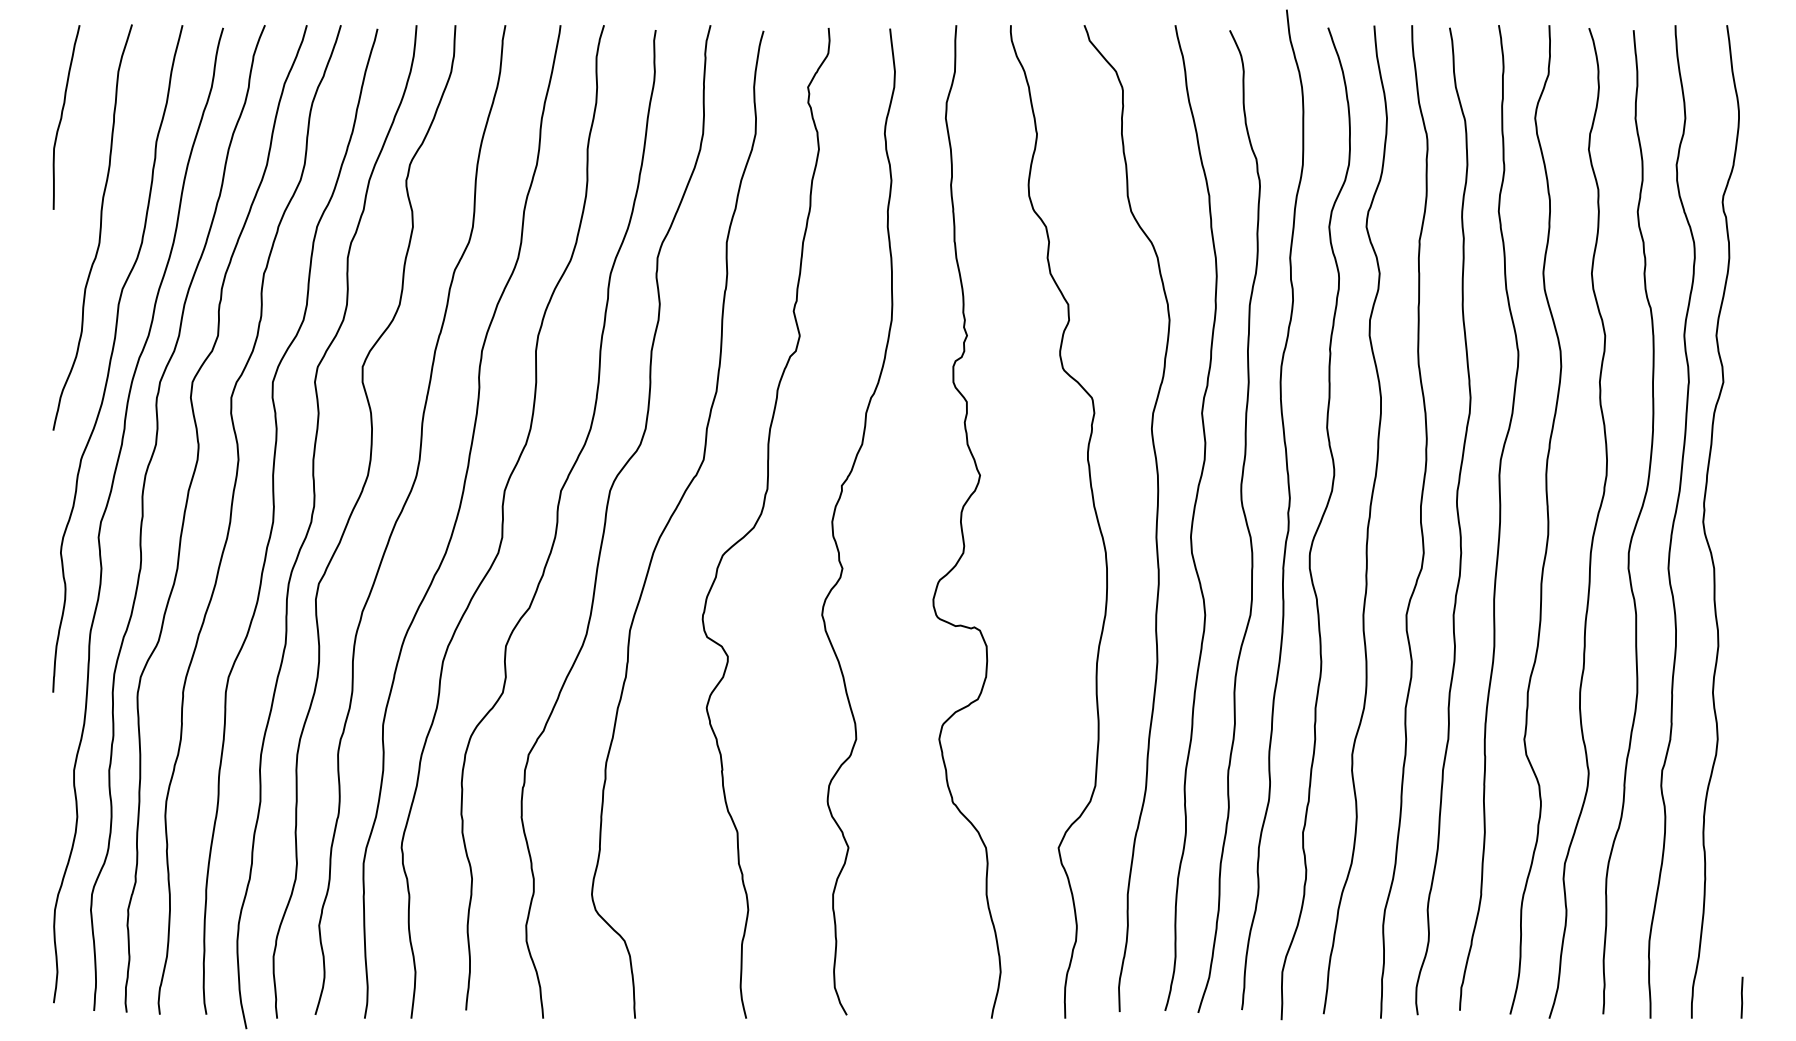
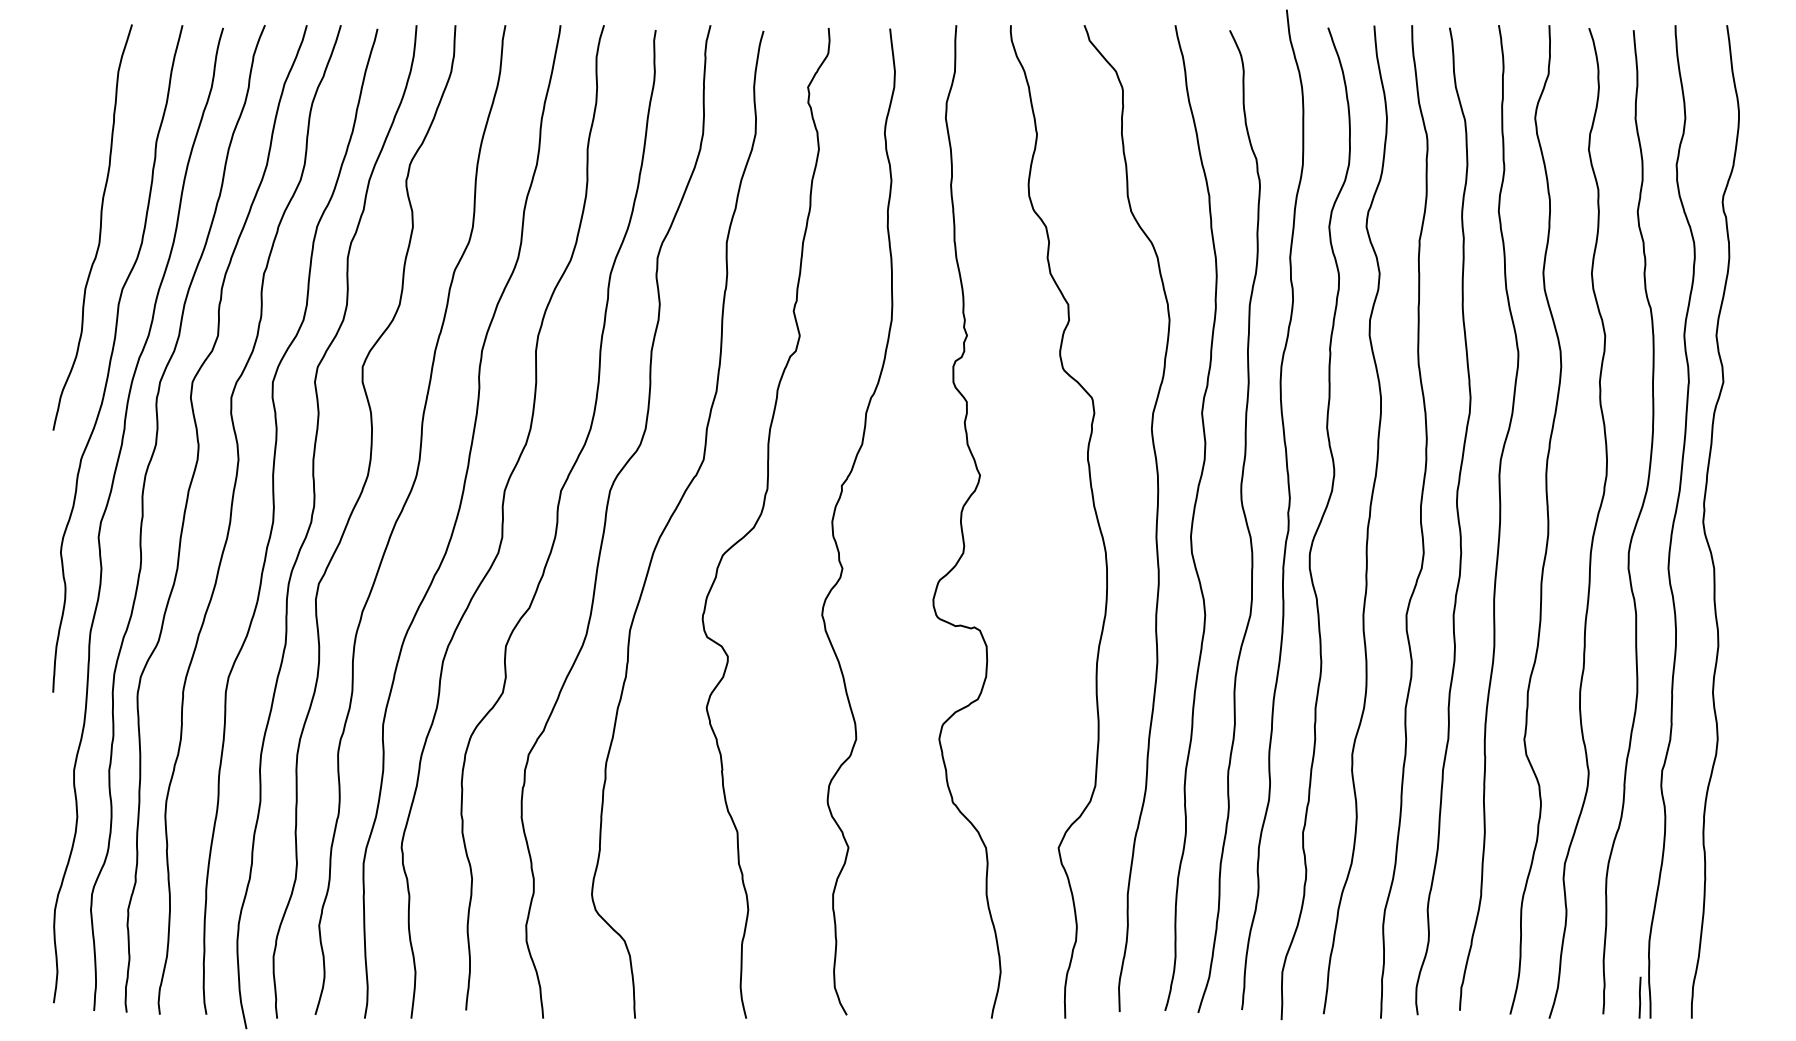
curve at (62, 117): present -> none
line at (1741, 997) position: (1741, 997) -> (1639, 997)
